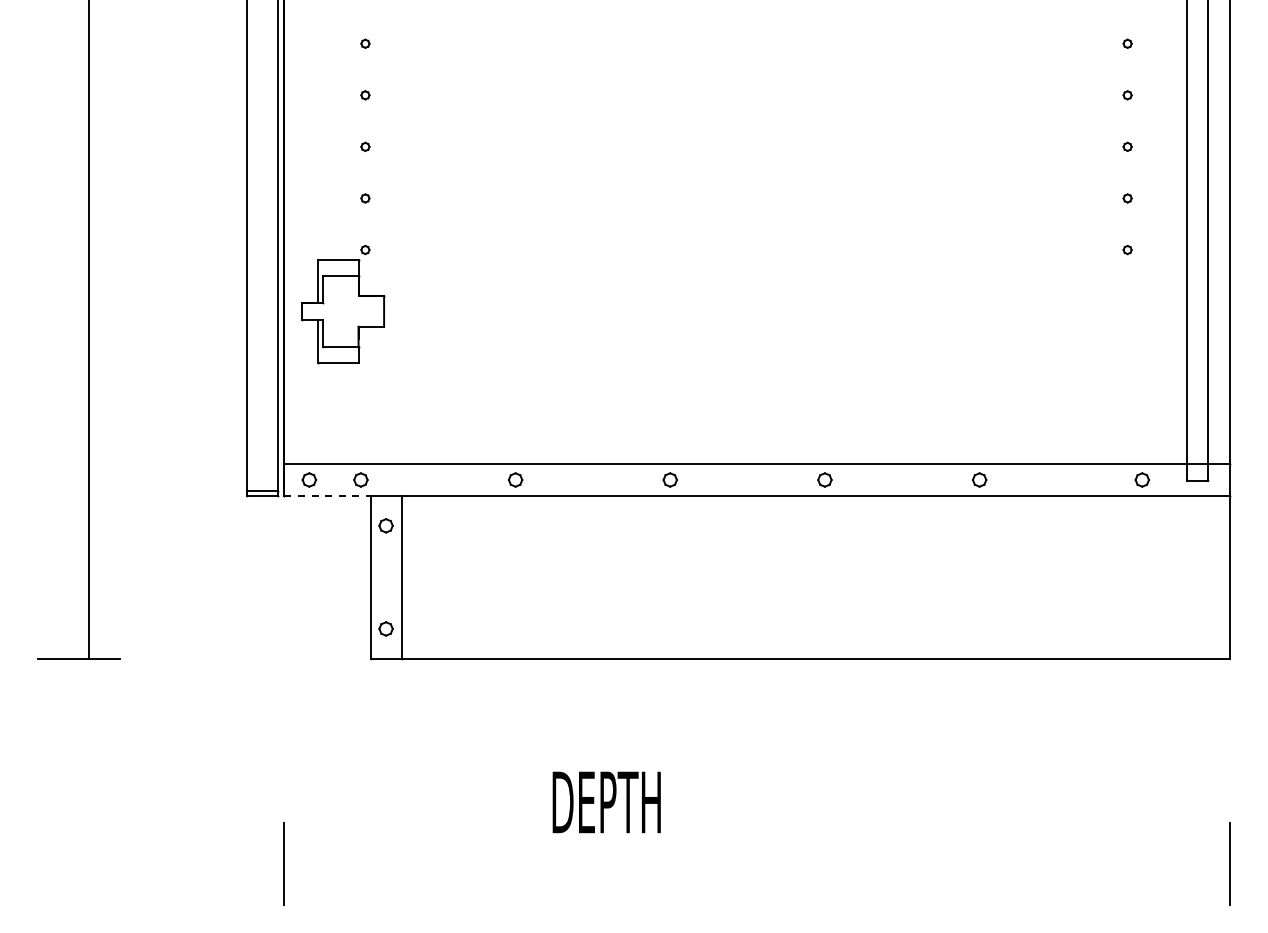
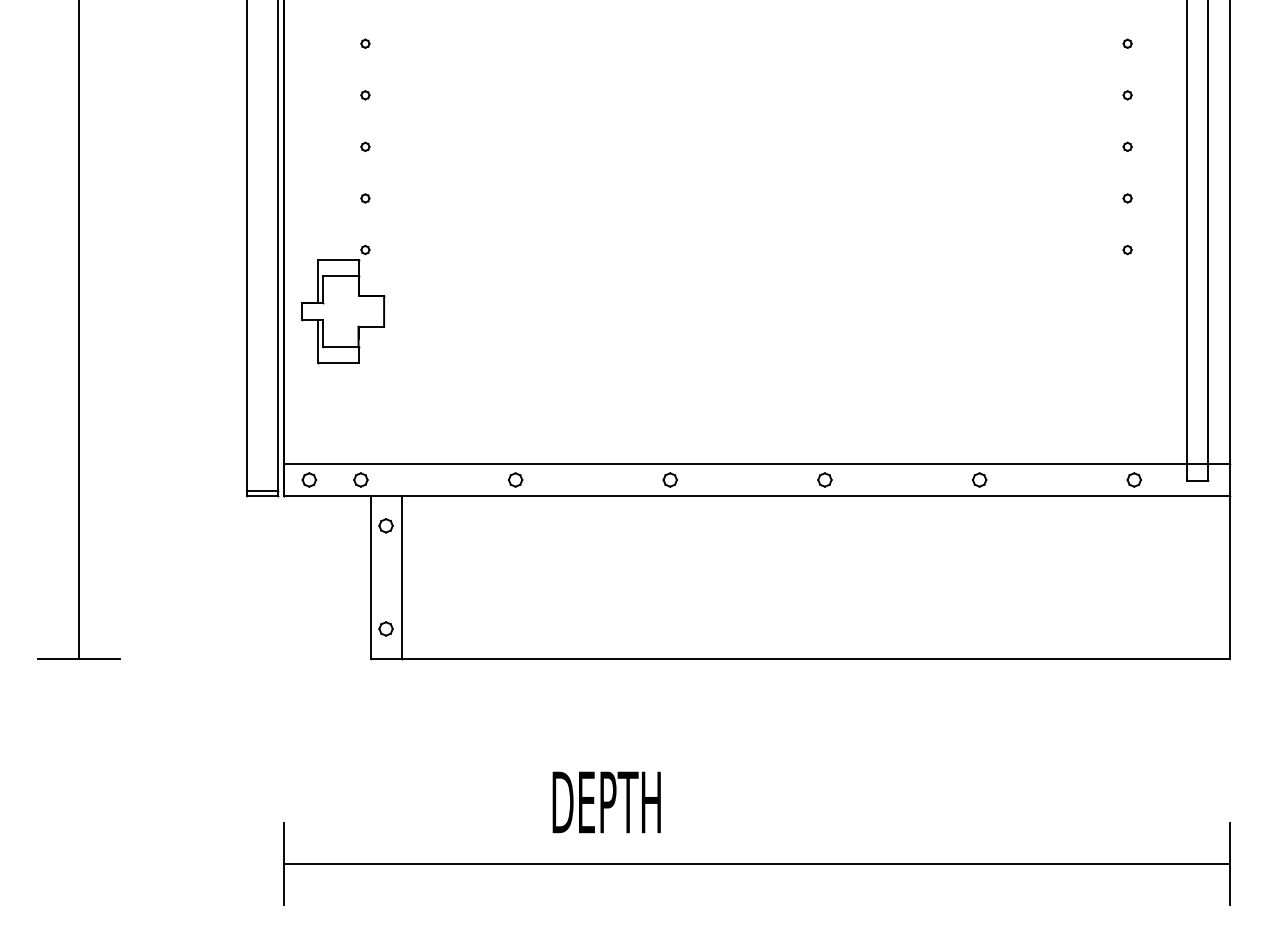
line at (88, 330) position: (88, 330) -> (78, 330)
part at (1141, 479) position: (1141, 479) -> (1133, 479)
line at (327, 495): dashed -> solid
line at (756, 863): none -> present
